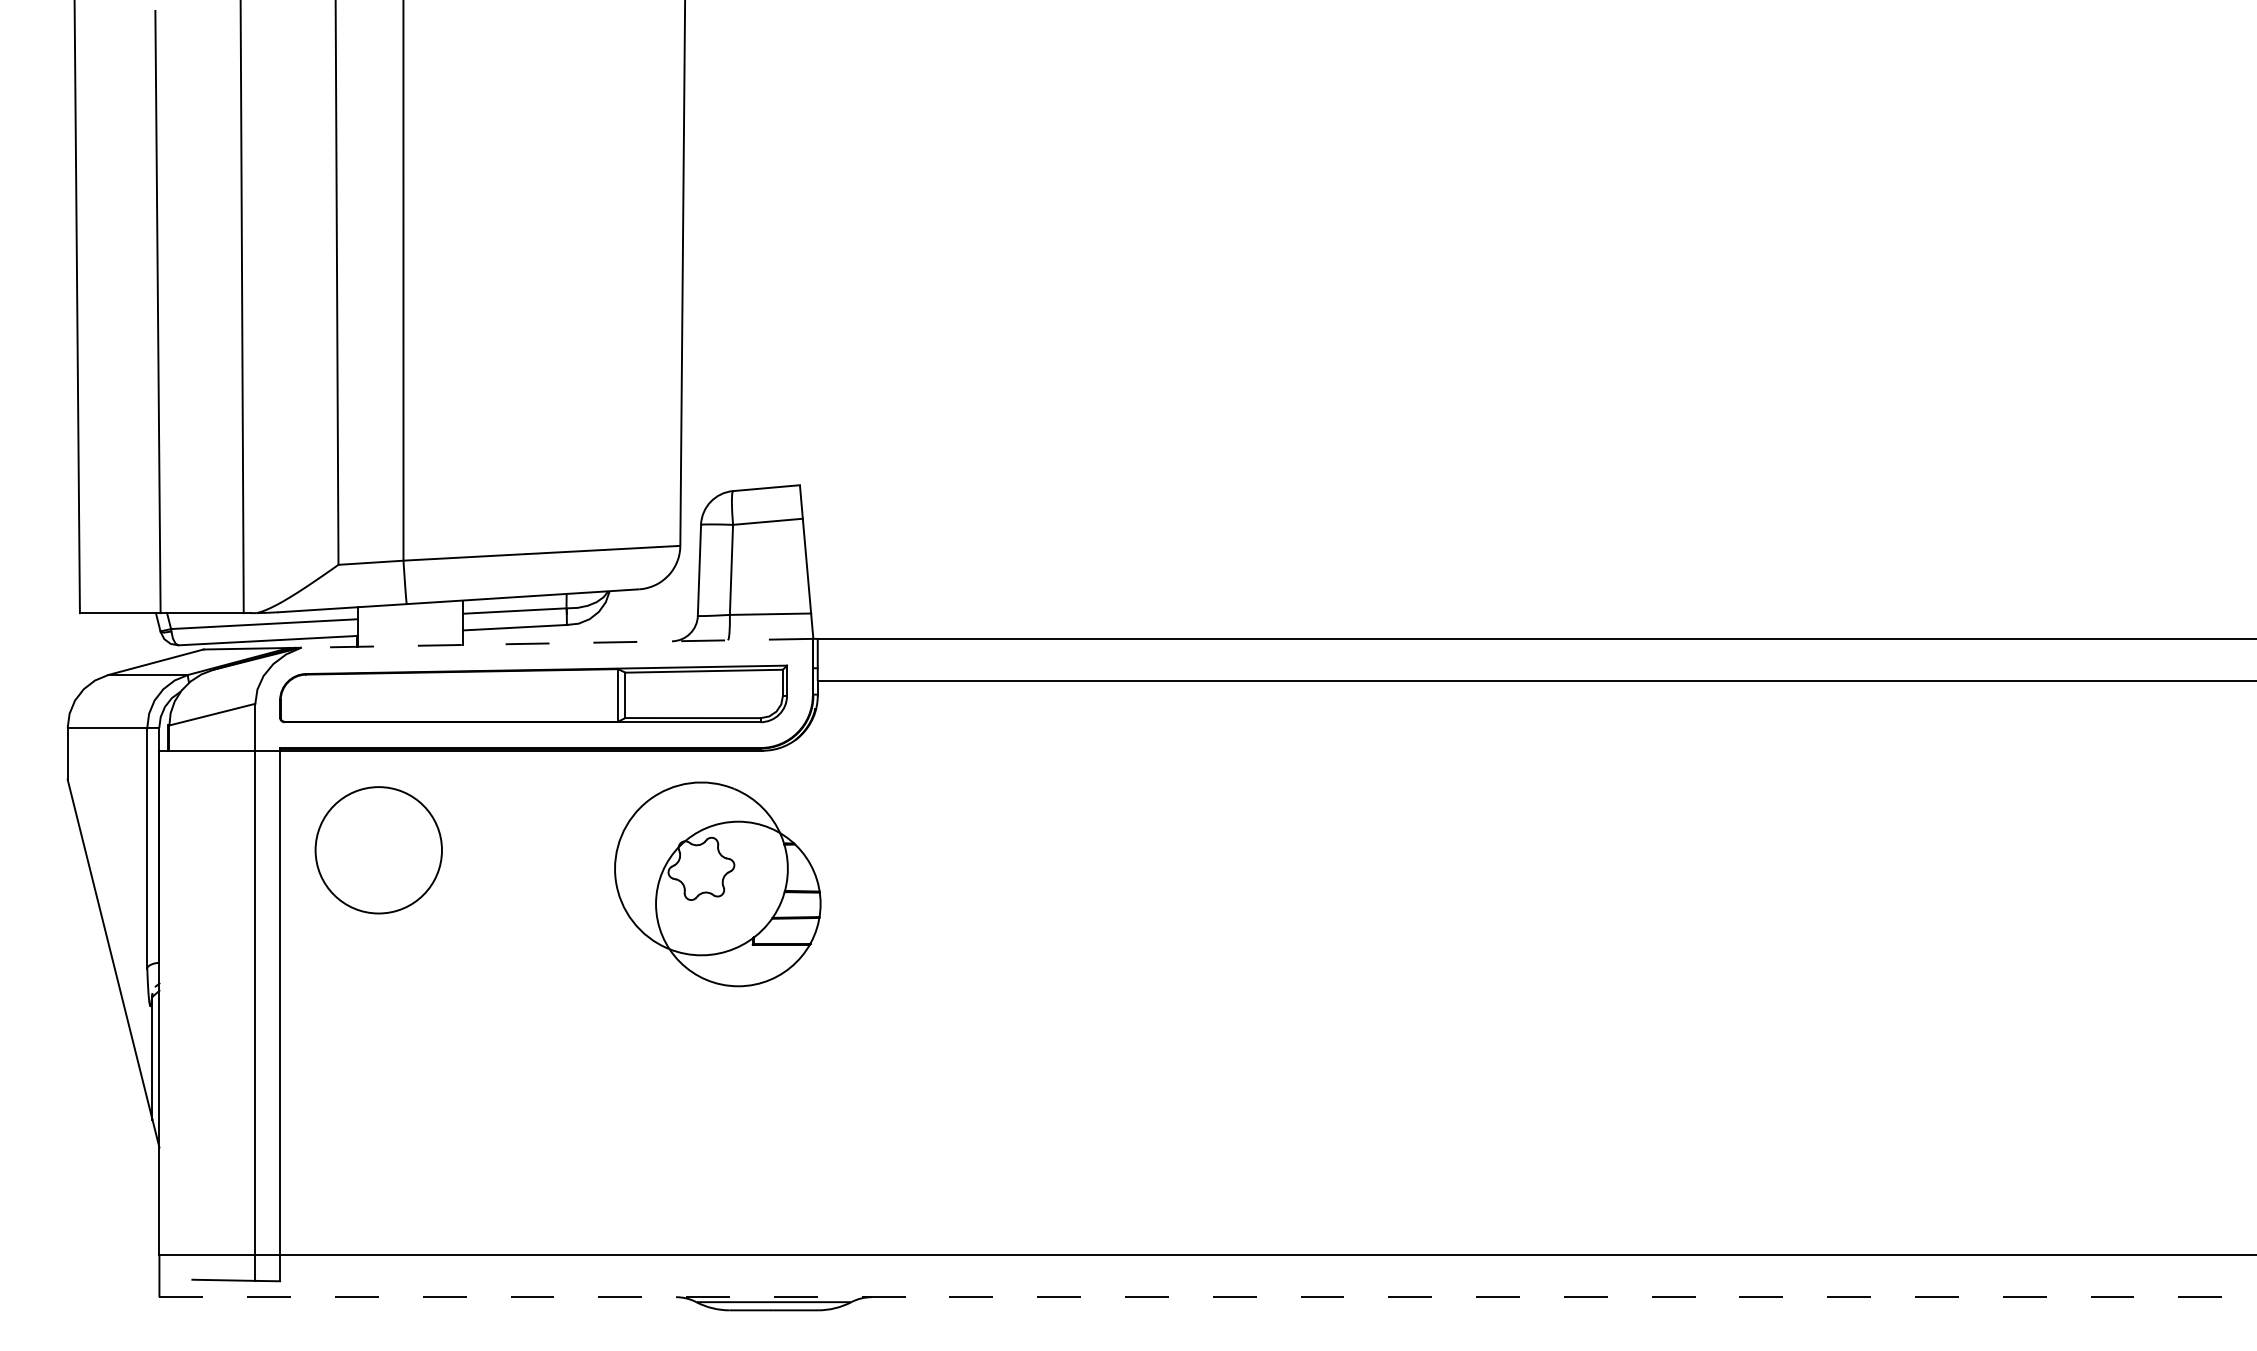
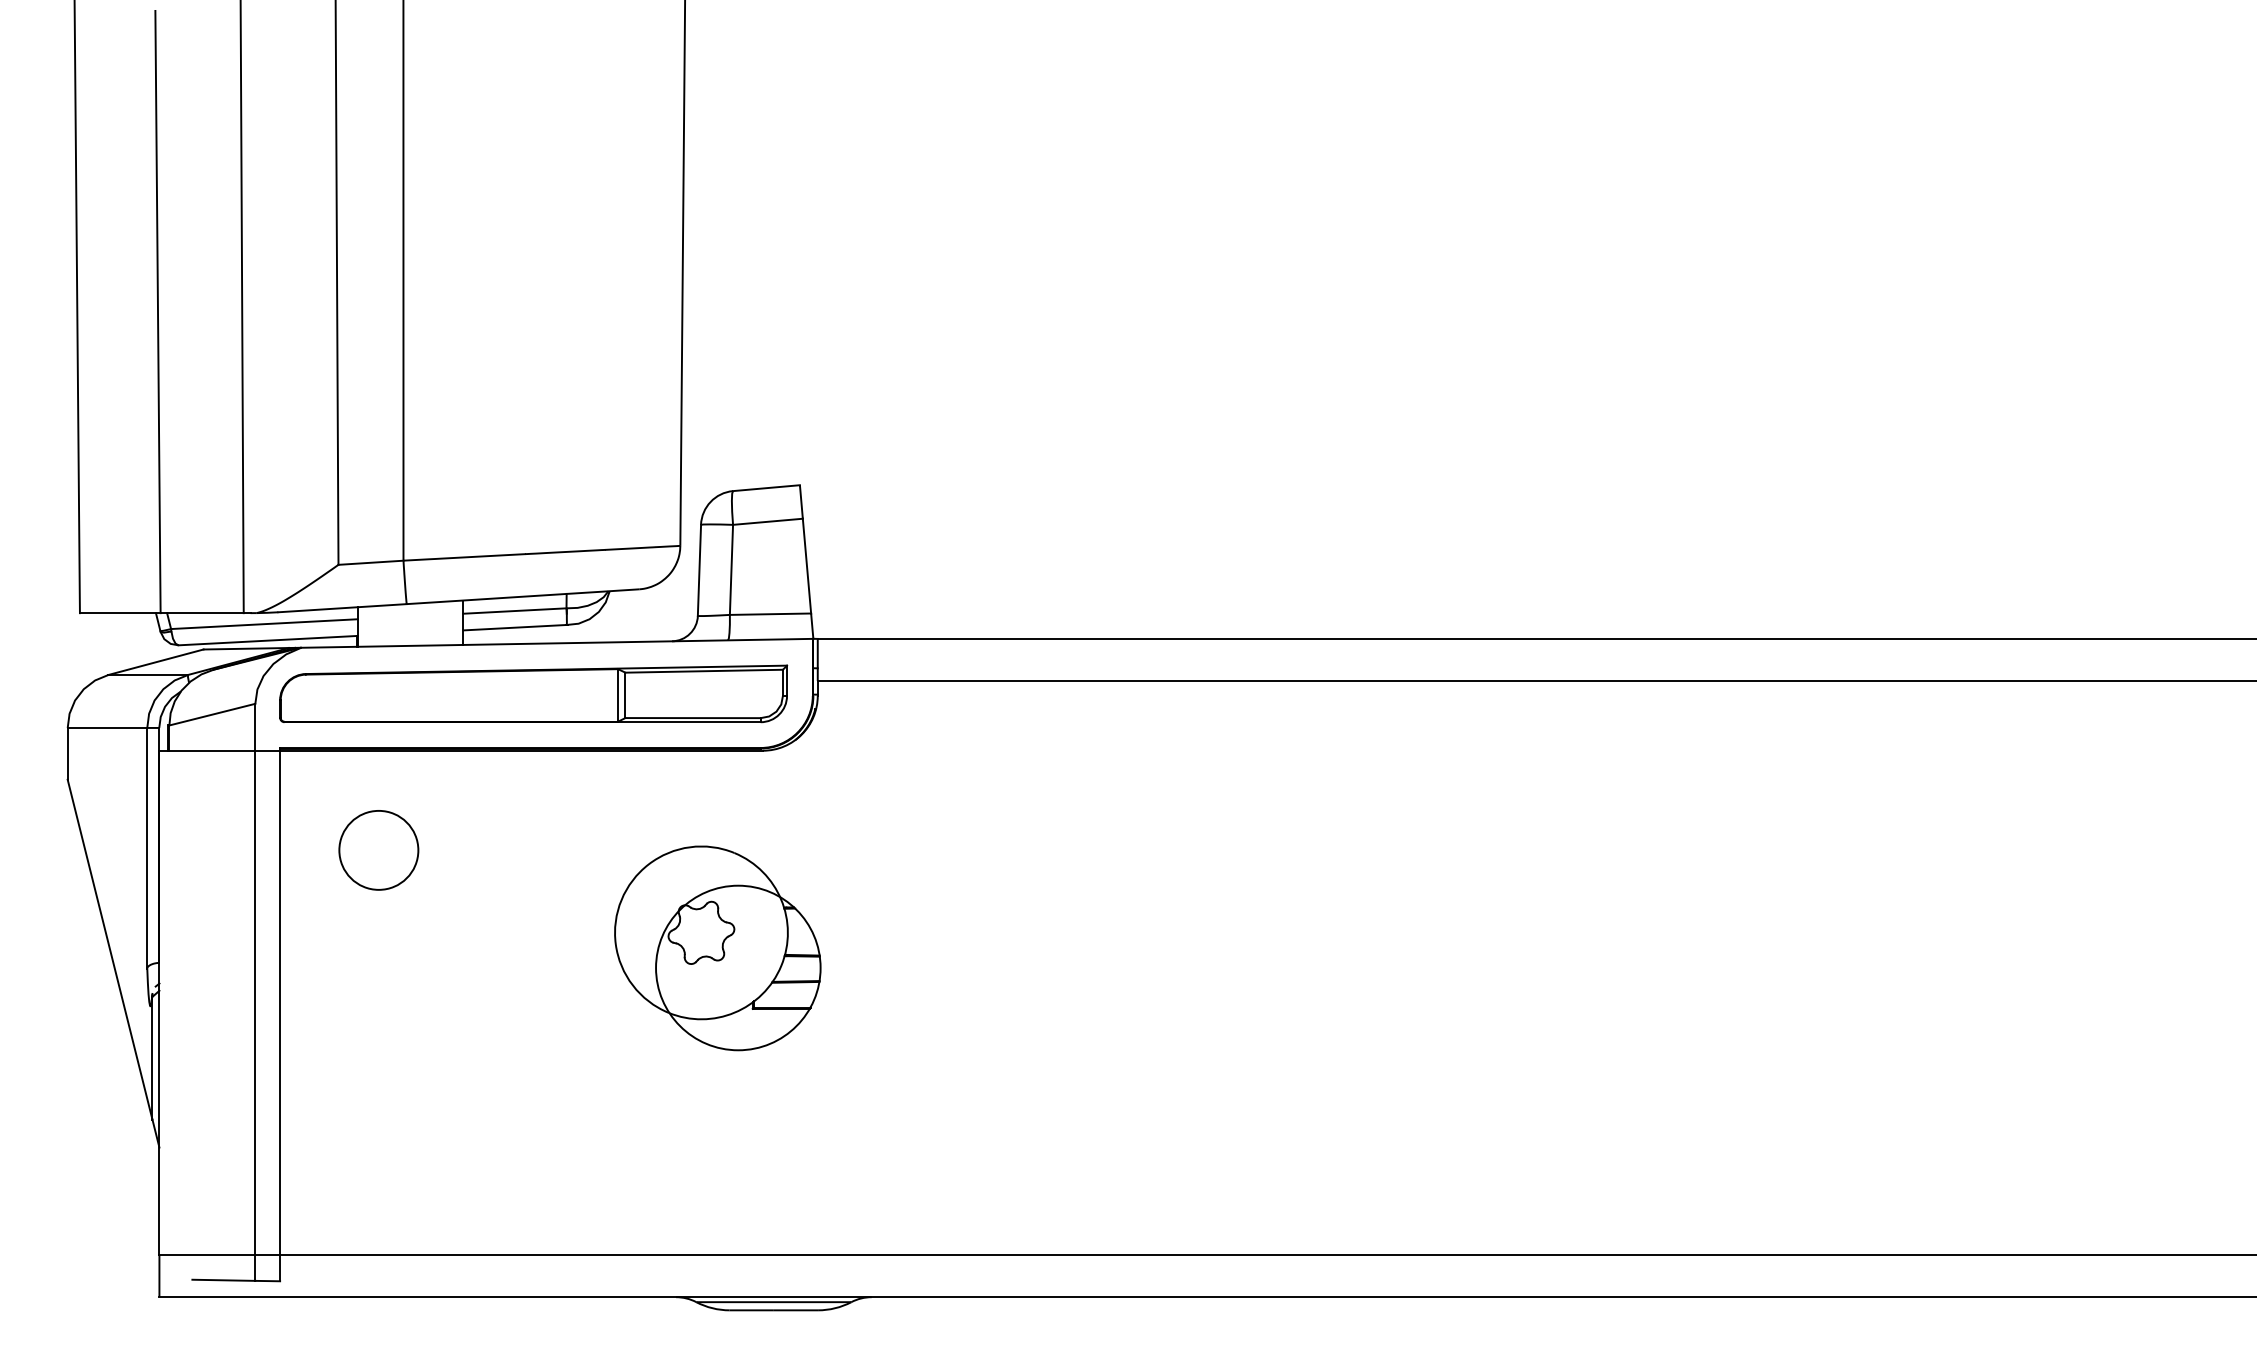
line at (557, 643): dashed -> solid
circle at (378, 850) size: 129x129 px -> 82x81 px
part at (717, 884) position: (717, 884) -> (717, 948)
line at (1208, 1297): dashed -> solid
